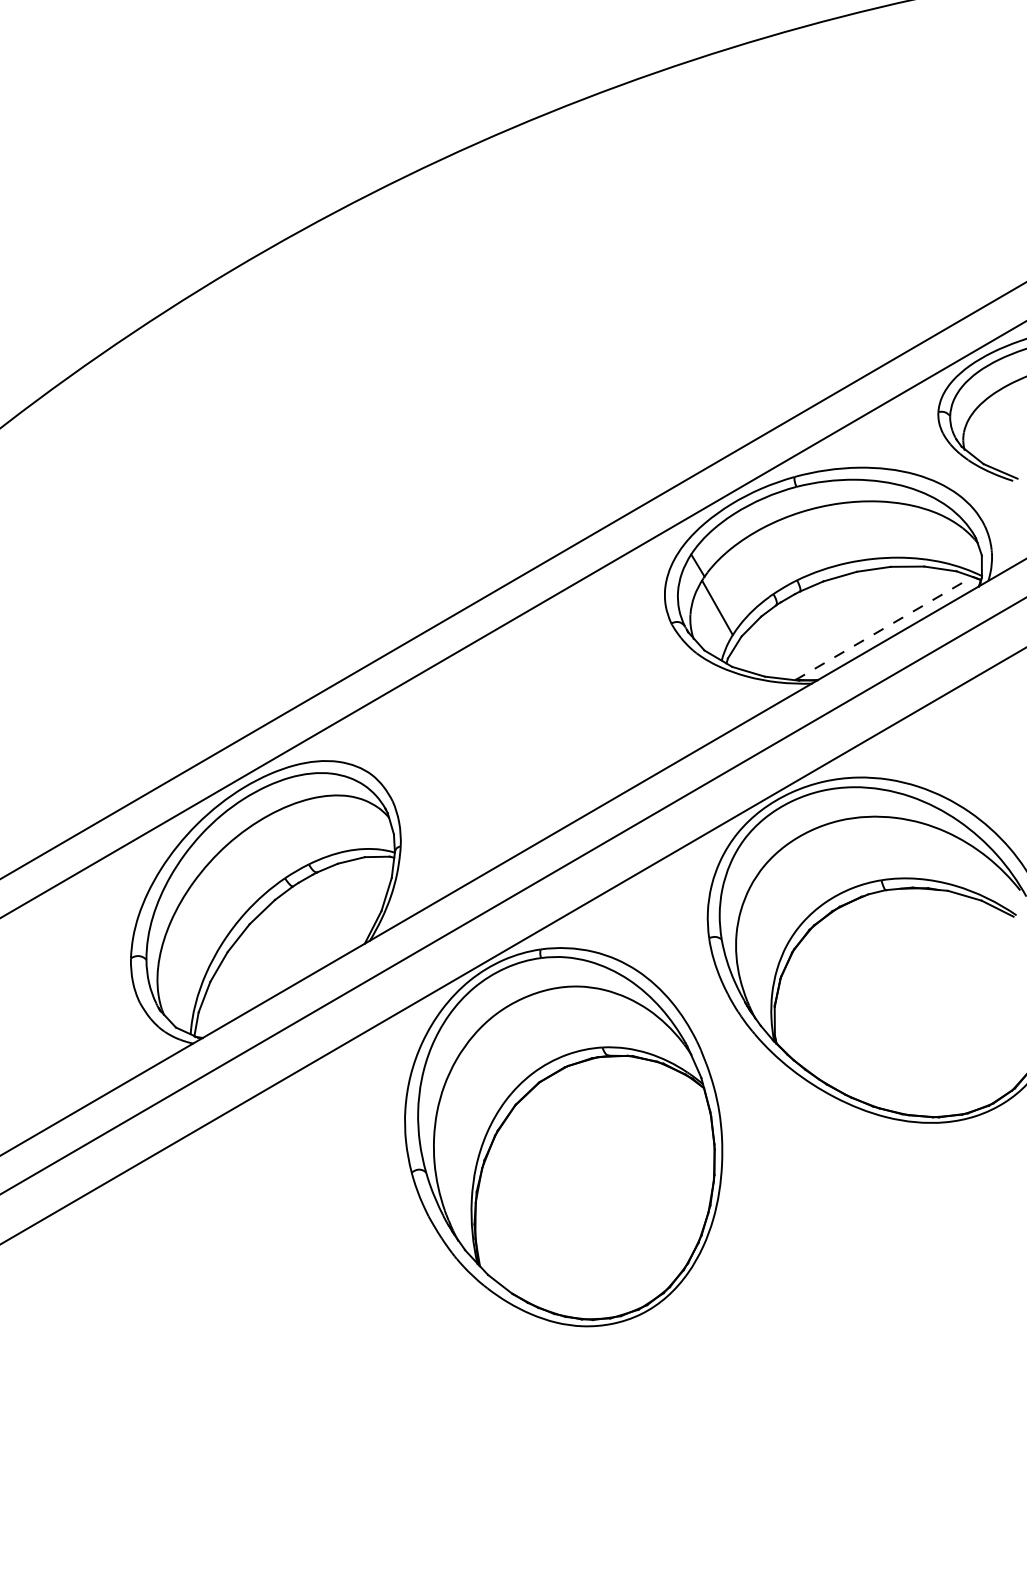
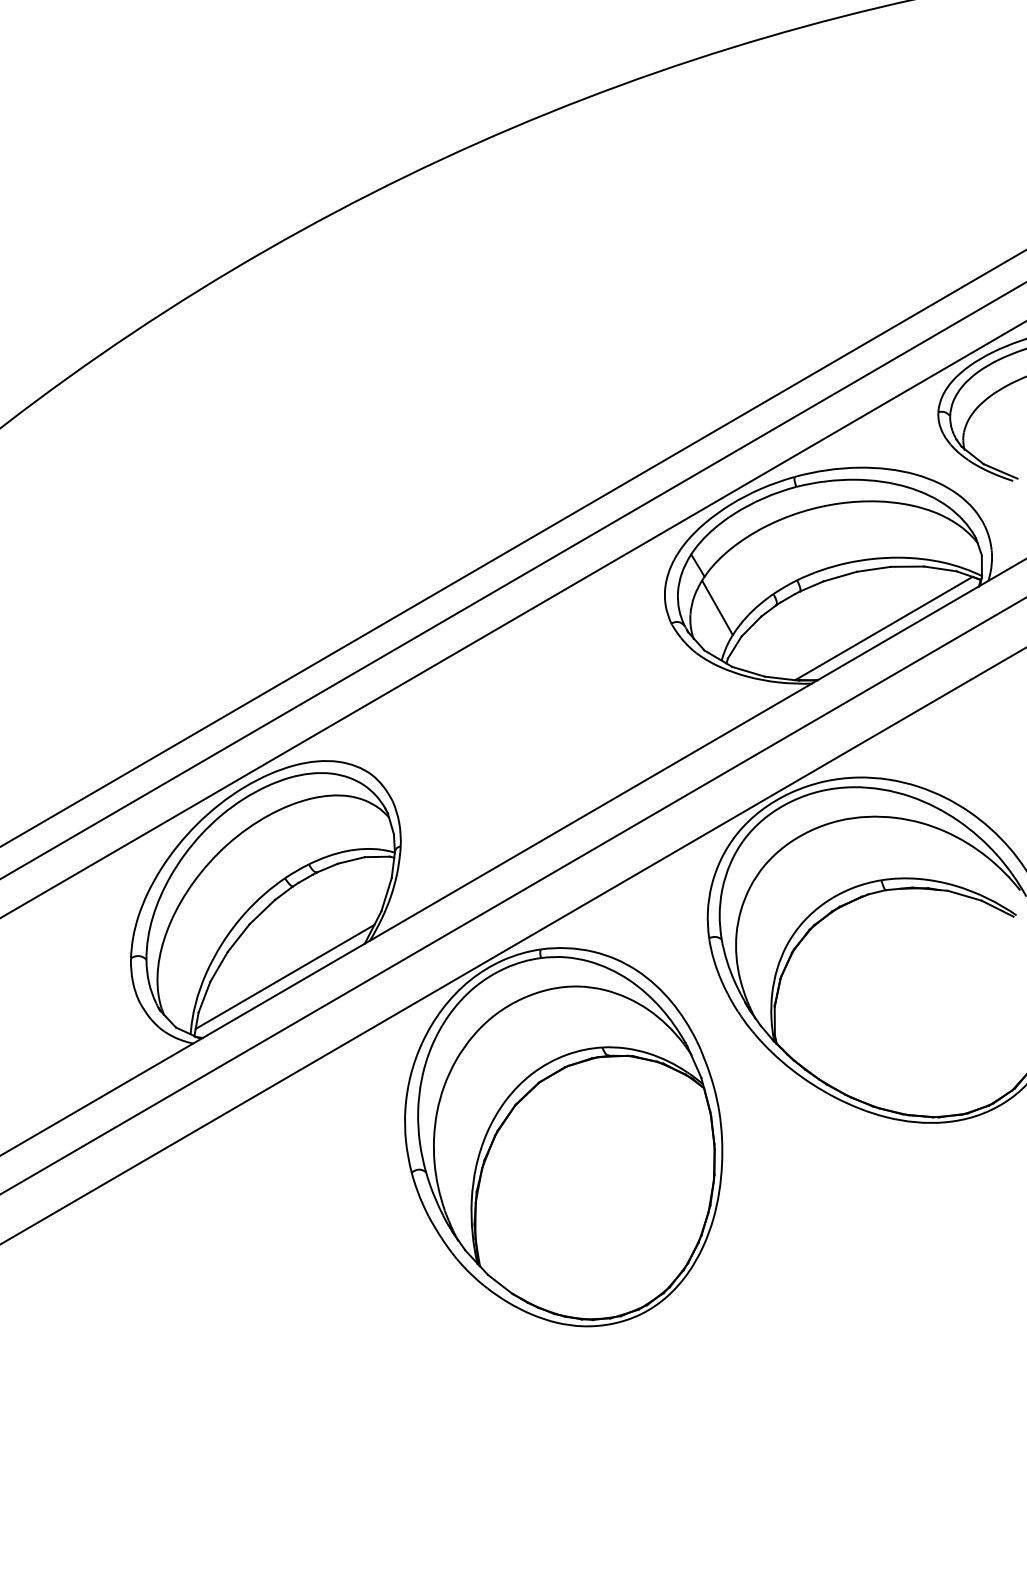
line at (512, 548): none -> present
line at (883, 628): dashed -> solid
line at (284, 976): none -> present
